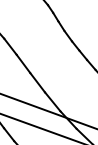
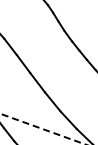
line at (48, 111): present -> none
line at (43, 129): solid -> dashed
